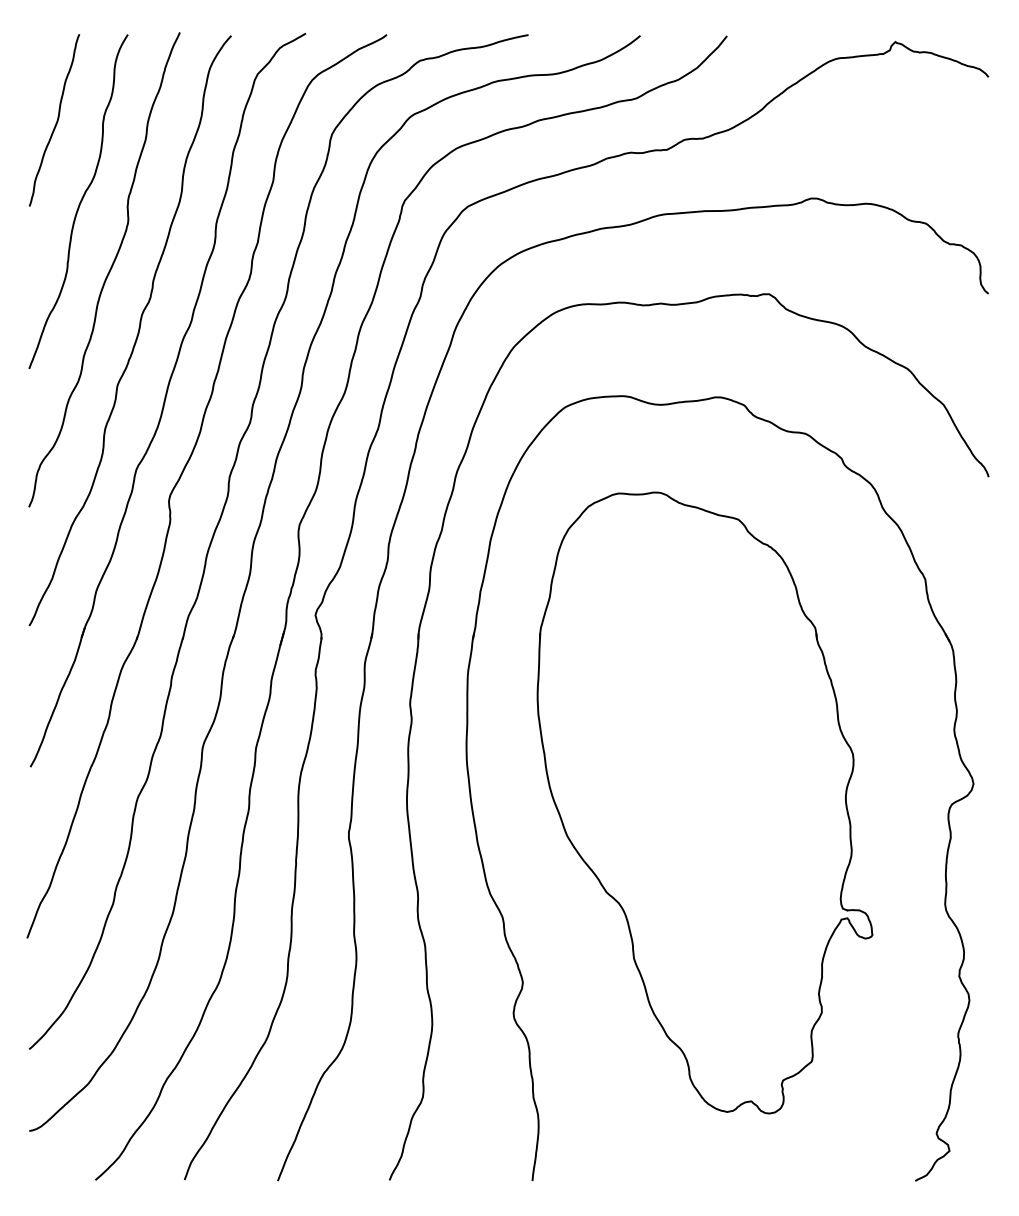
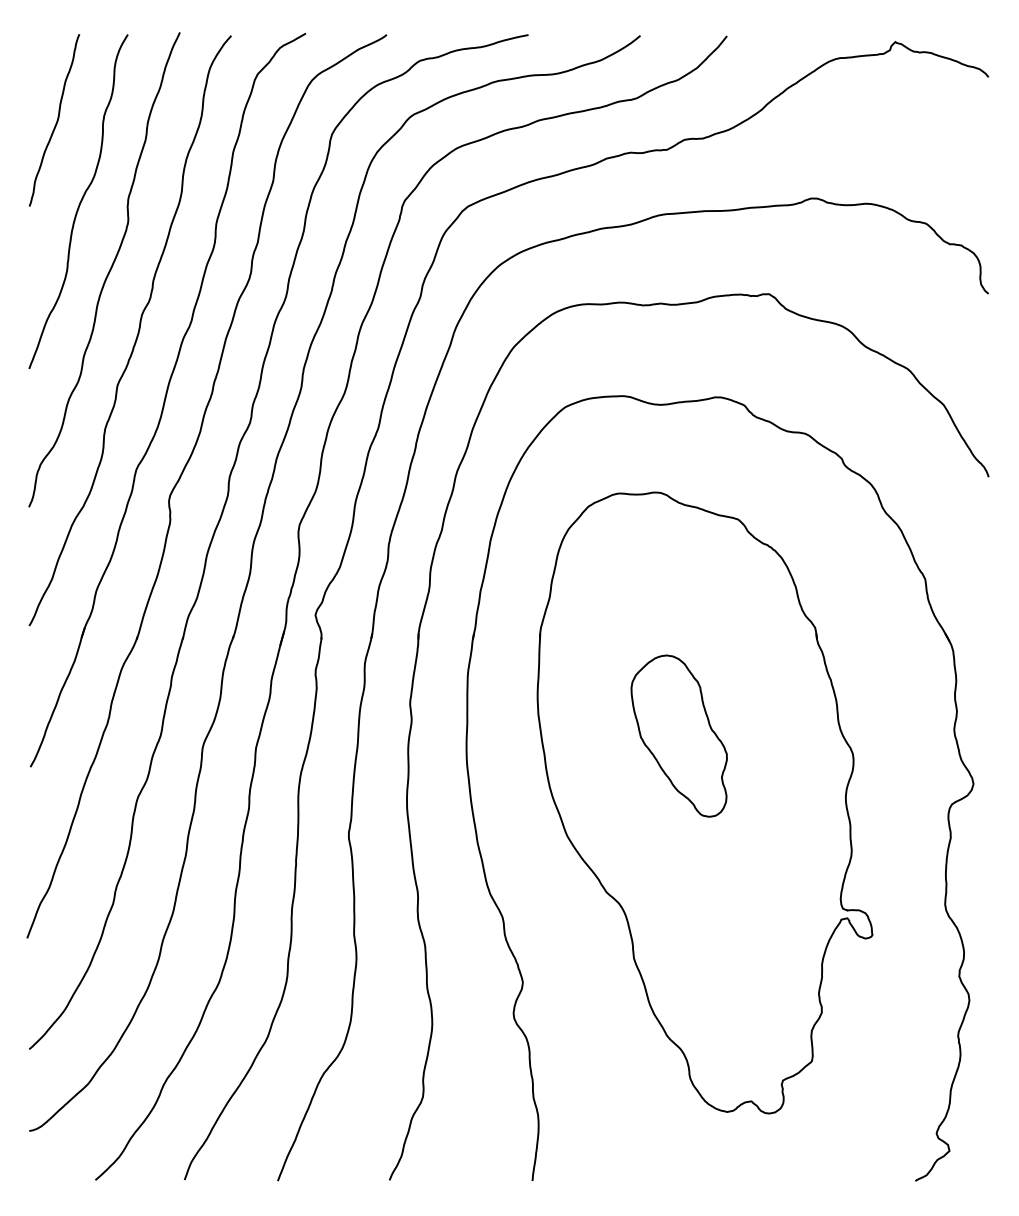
part at (678, 735): none -> present
